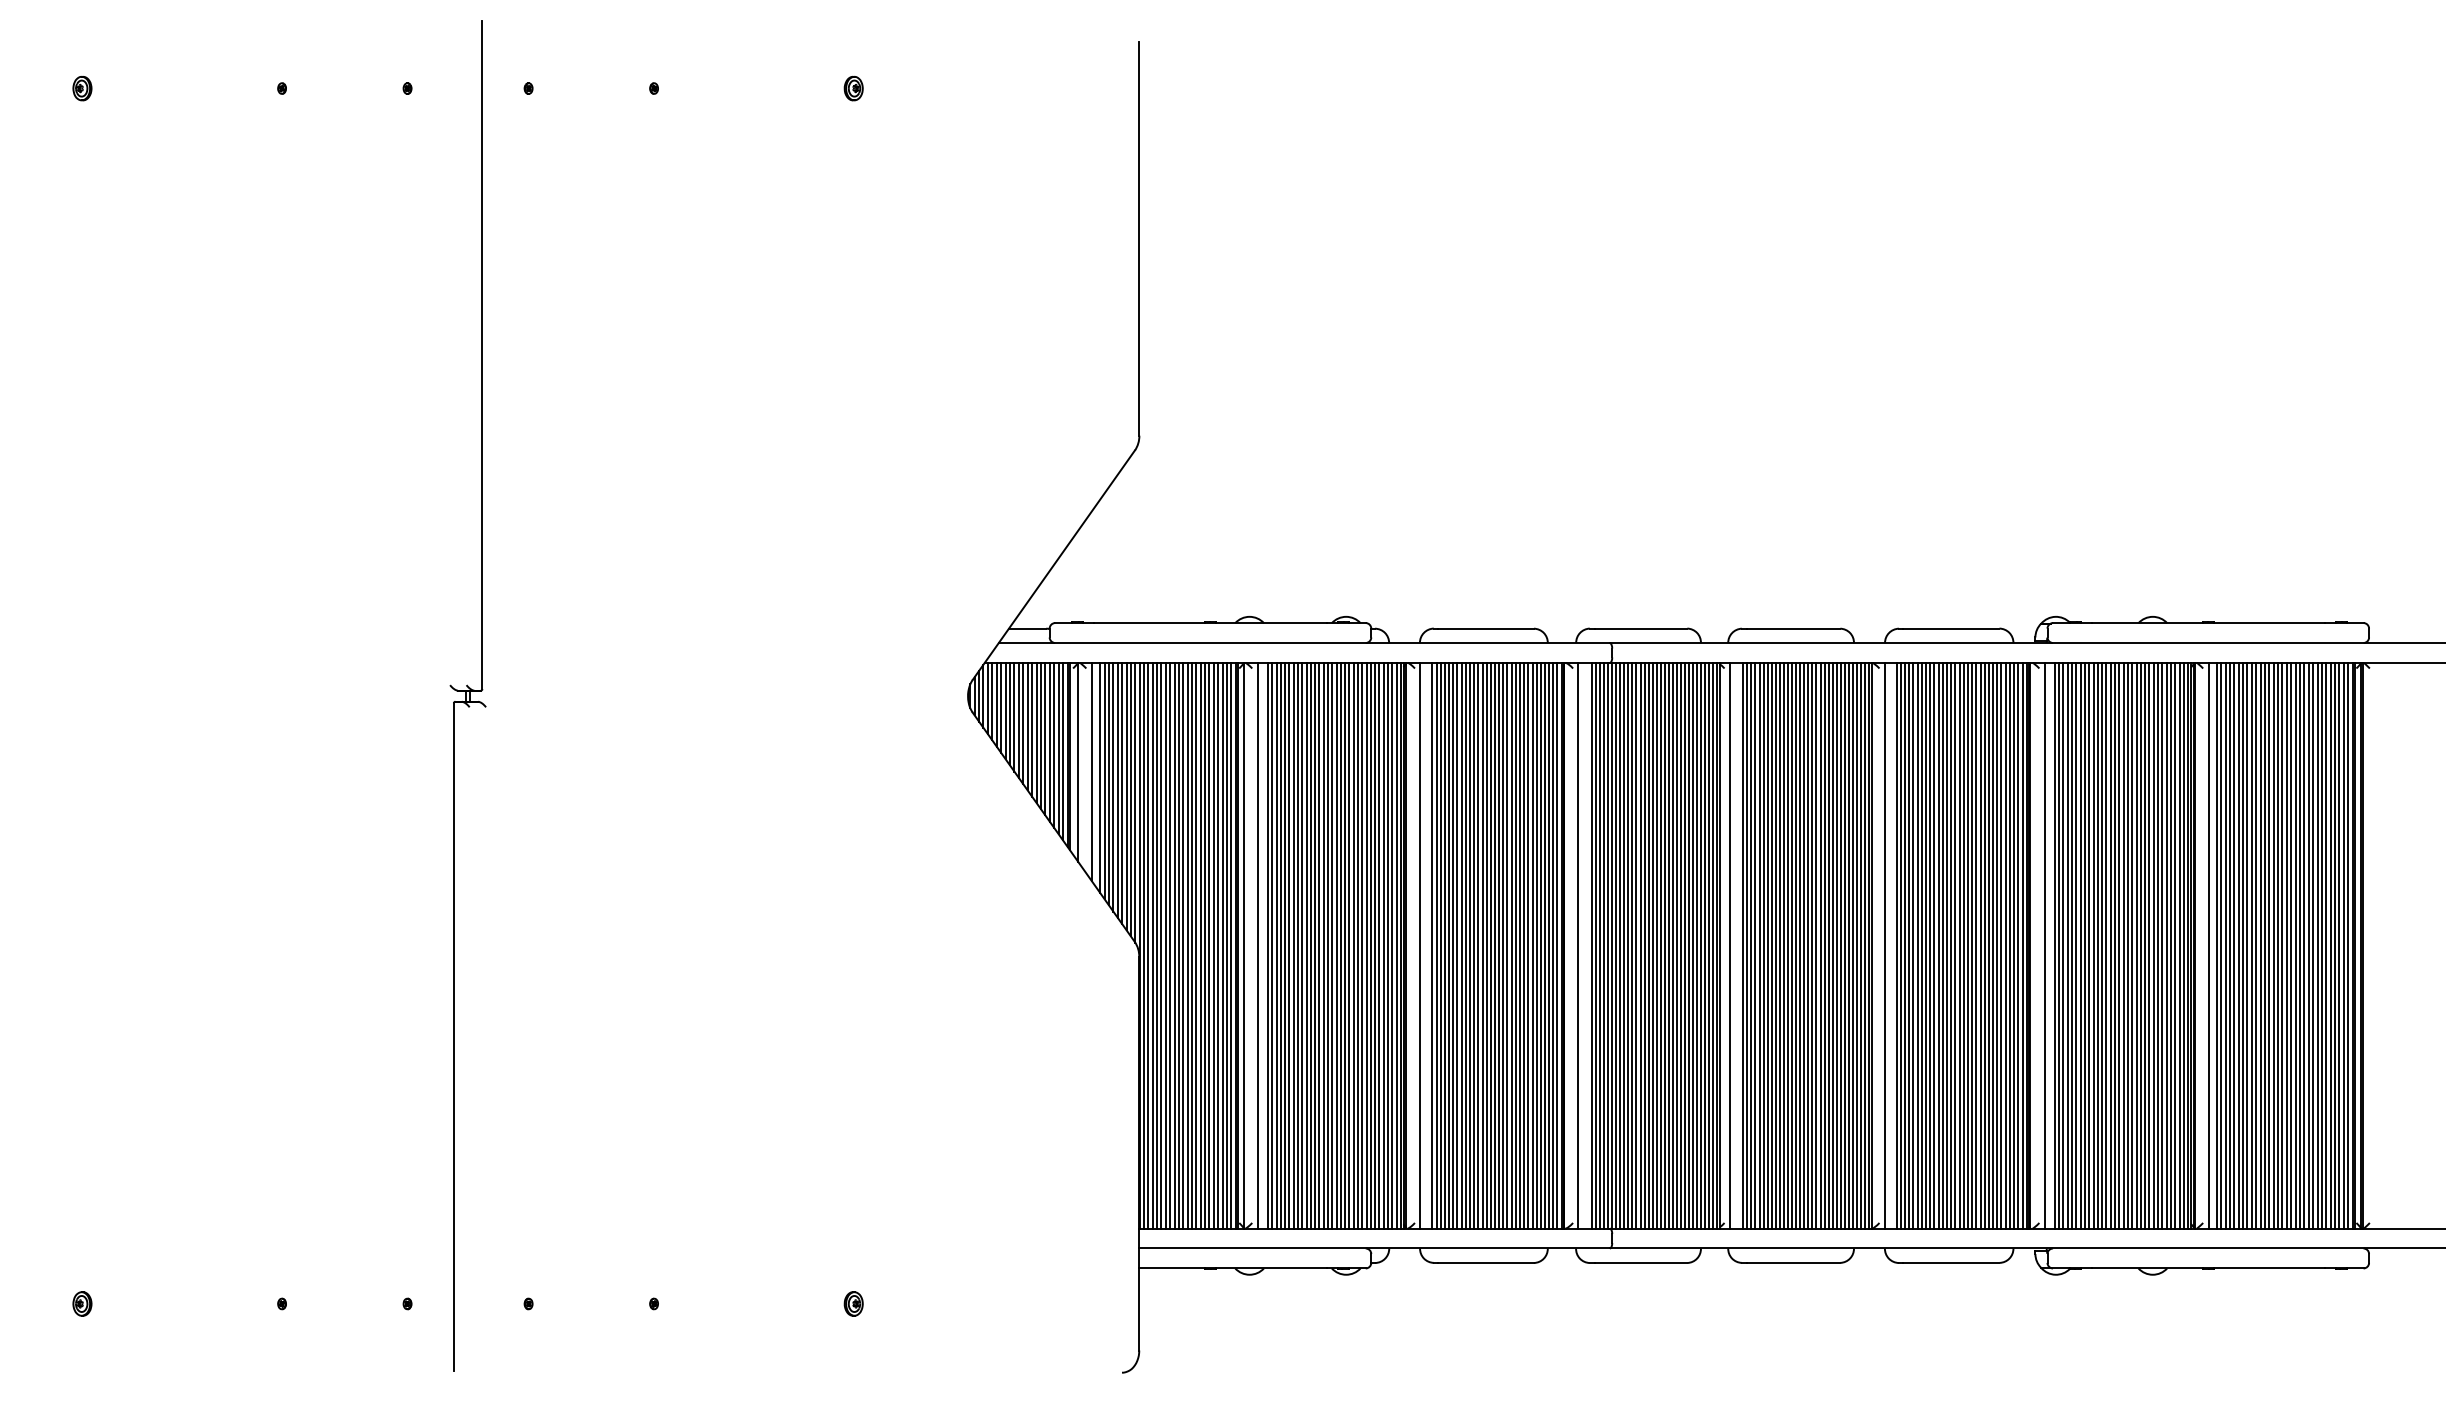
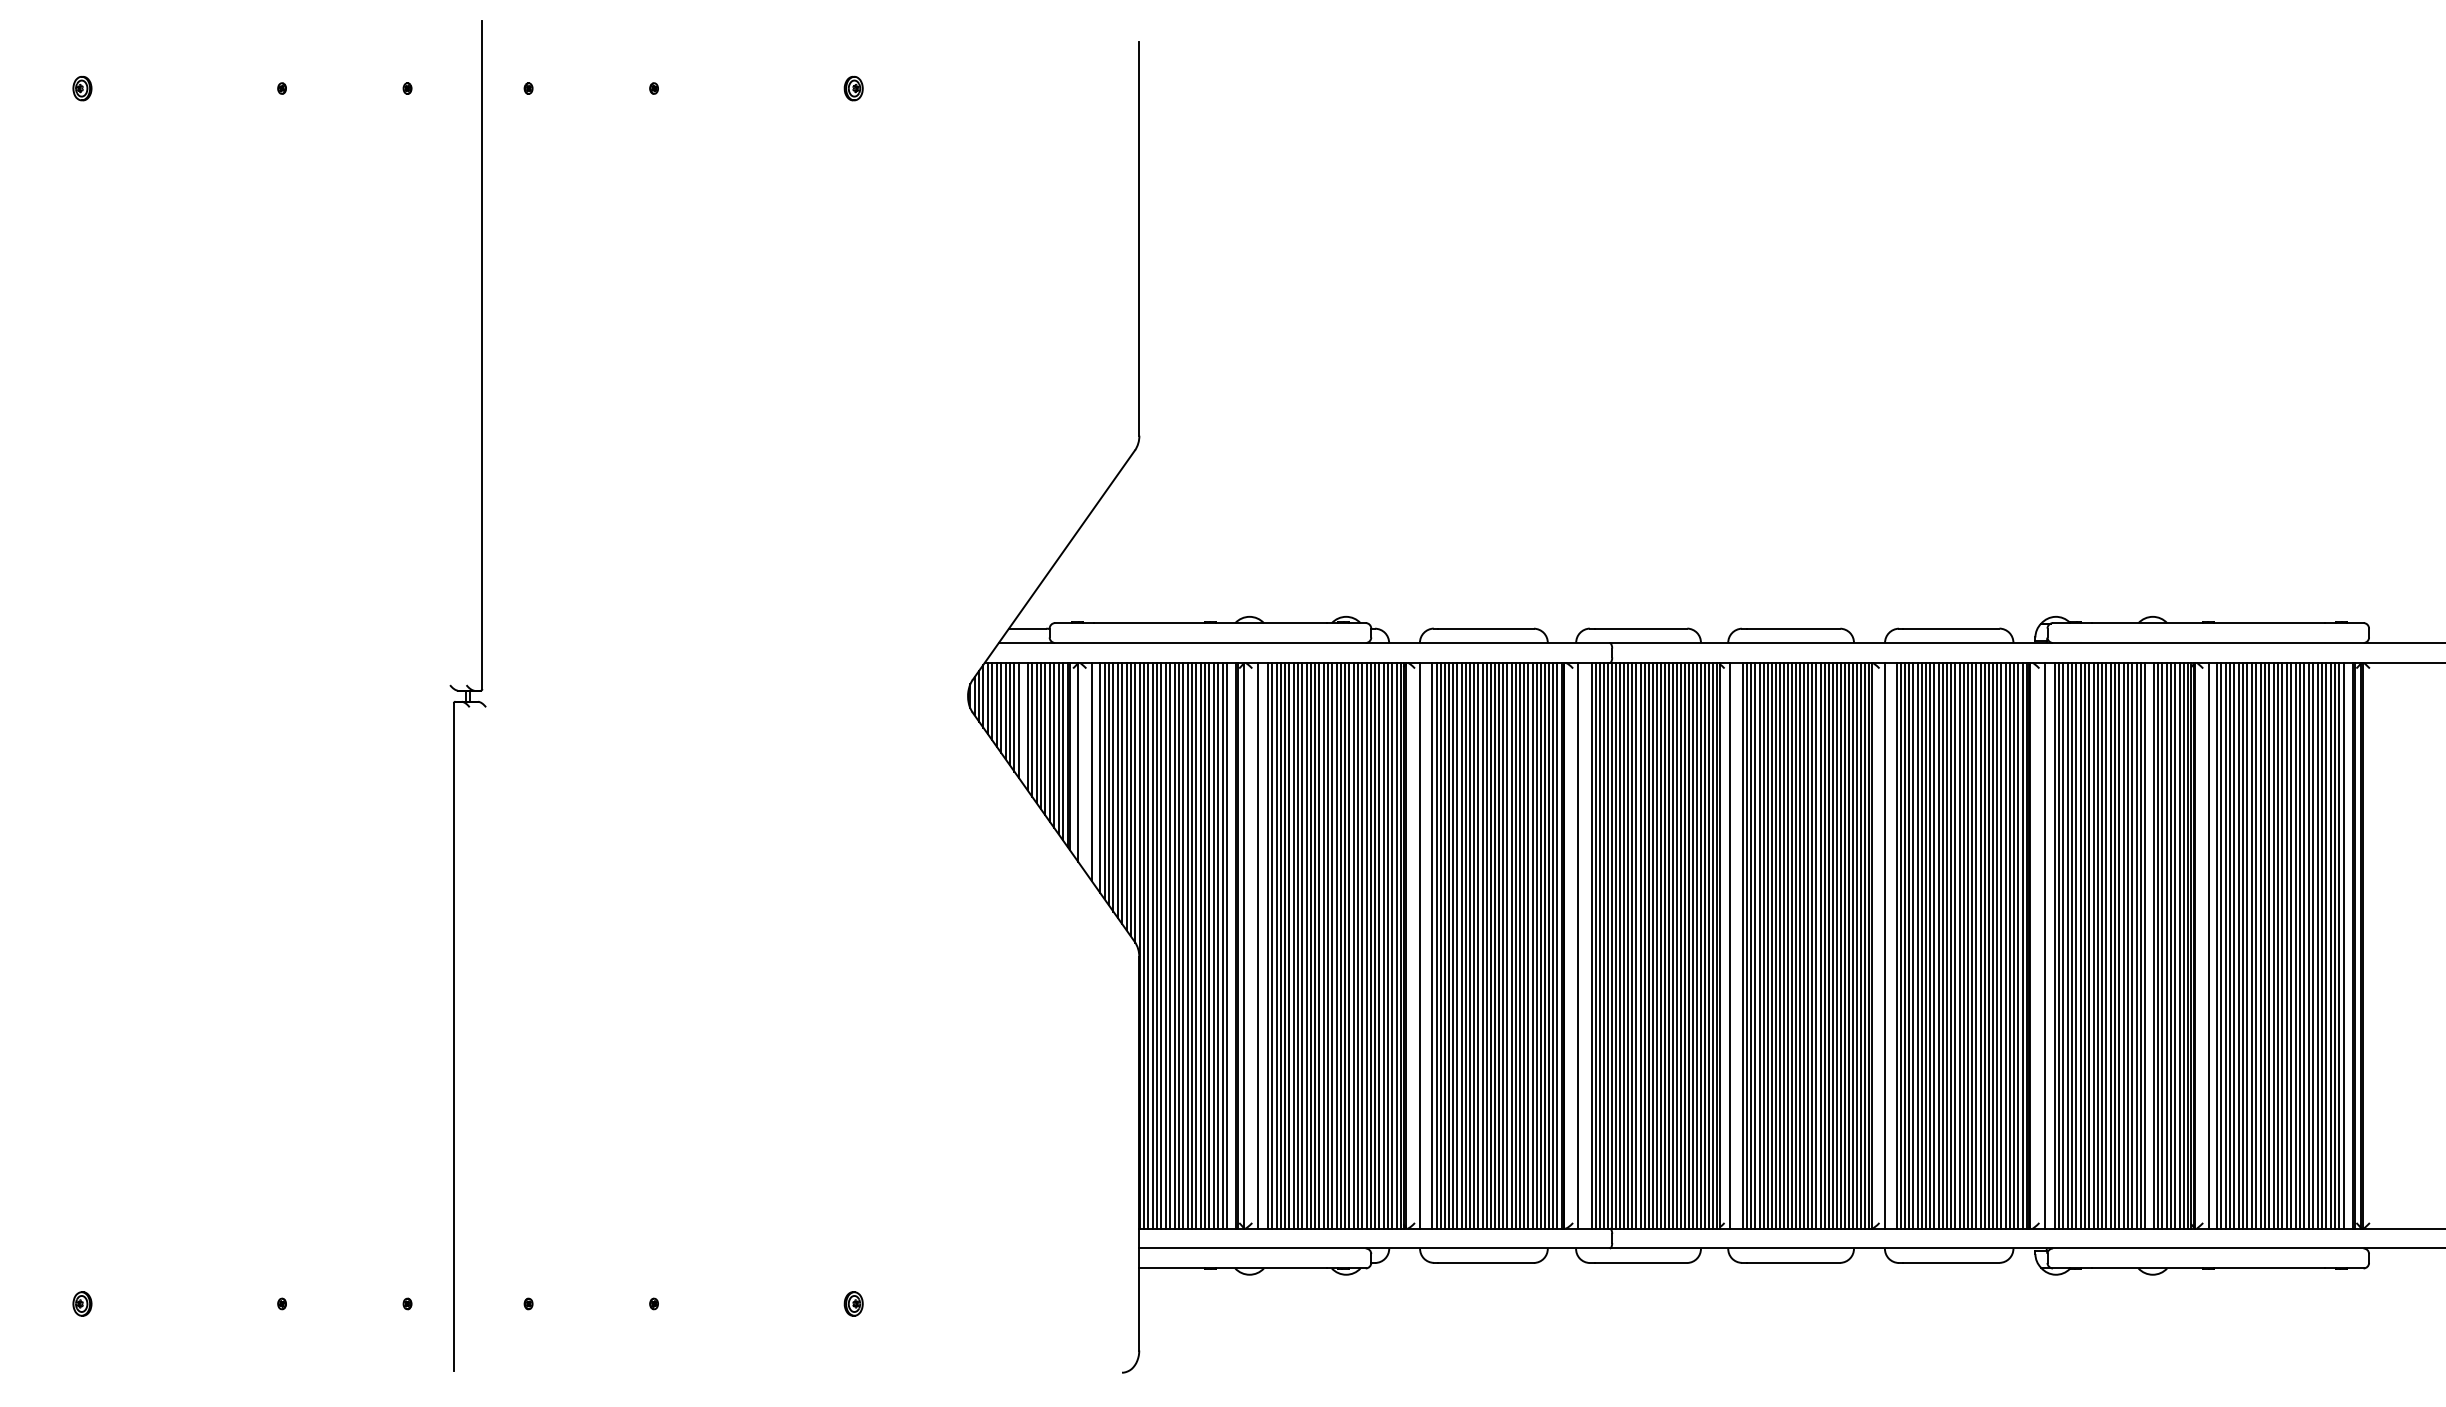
line at (1023, 723): present -> none
line at (1231, 945): present -> none
line at (2149, 945): present -> none
line at (2348, 945): present -> none
